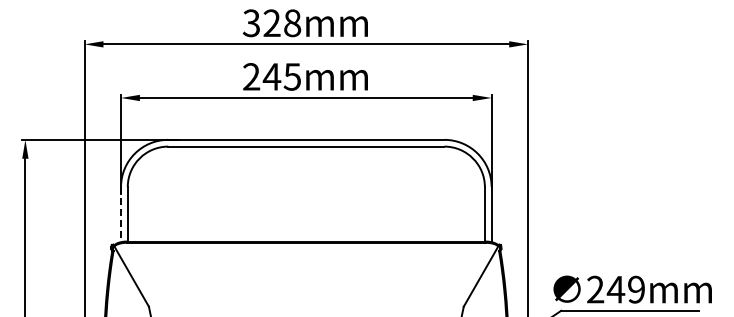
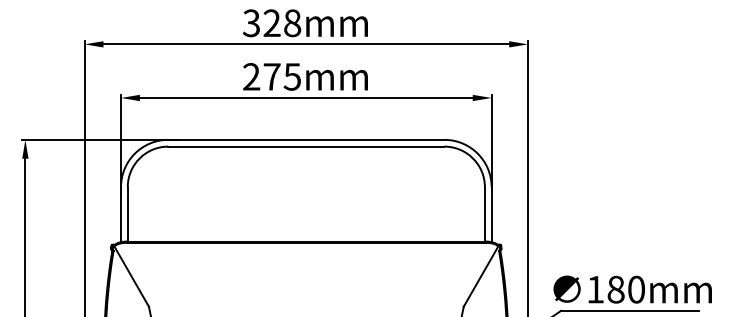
text at (271, 76): 245mm -> 275mm
line at (121, 214): dashed -> solid
text at (615, 289): 249mm -> 180mm
